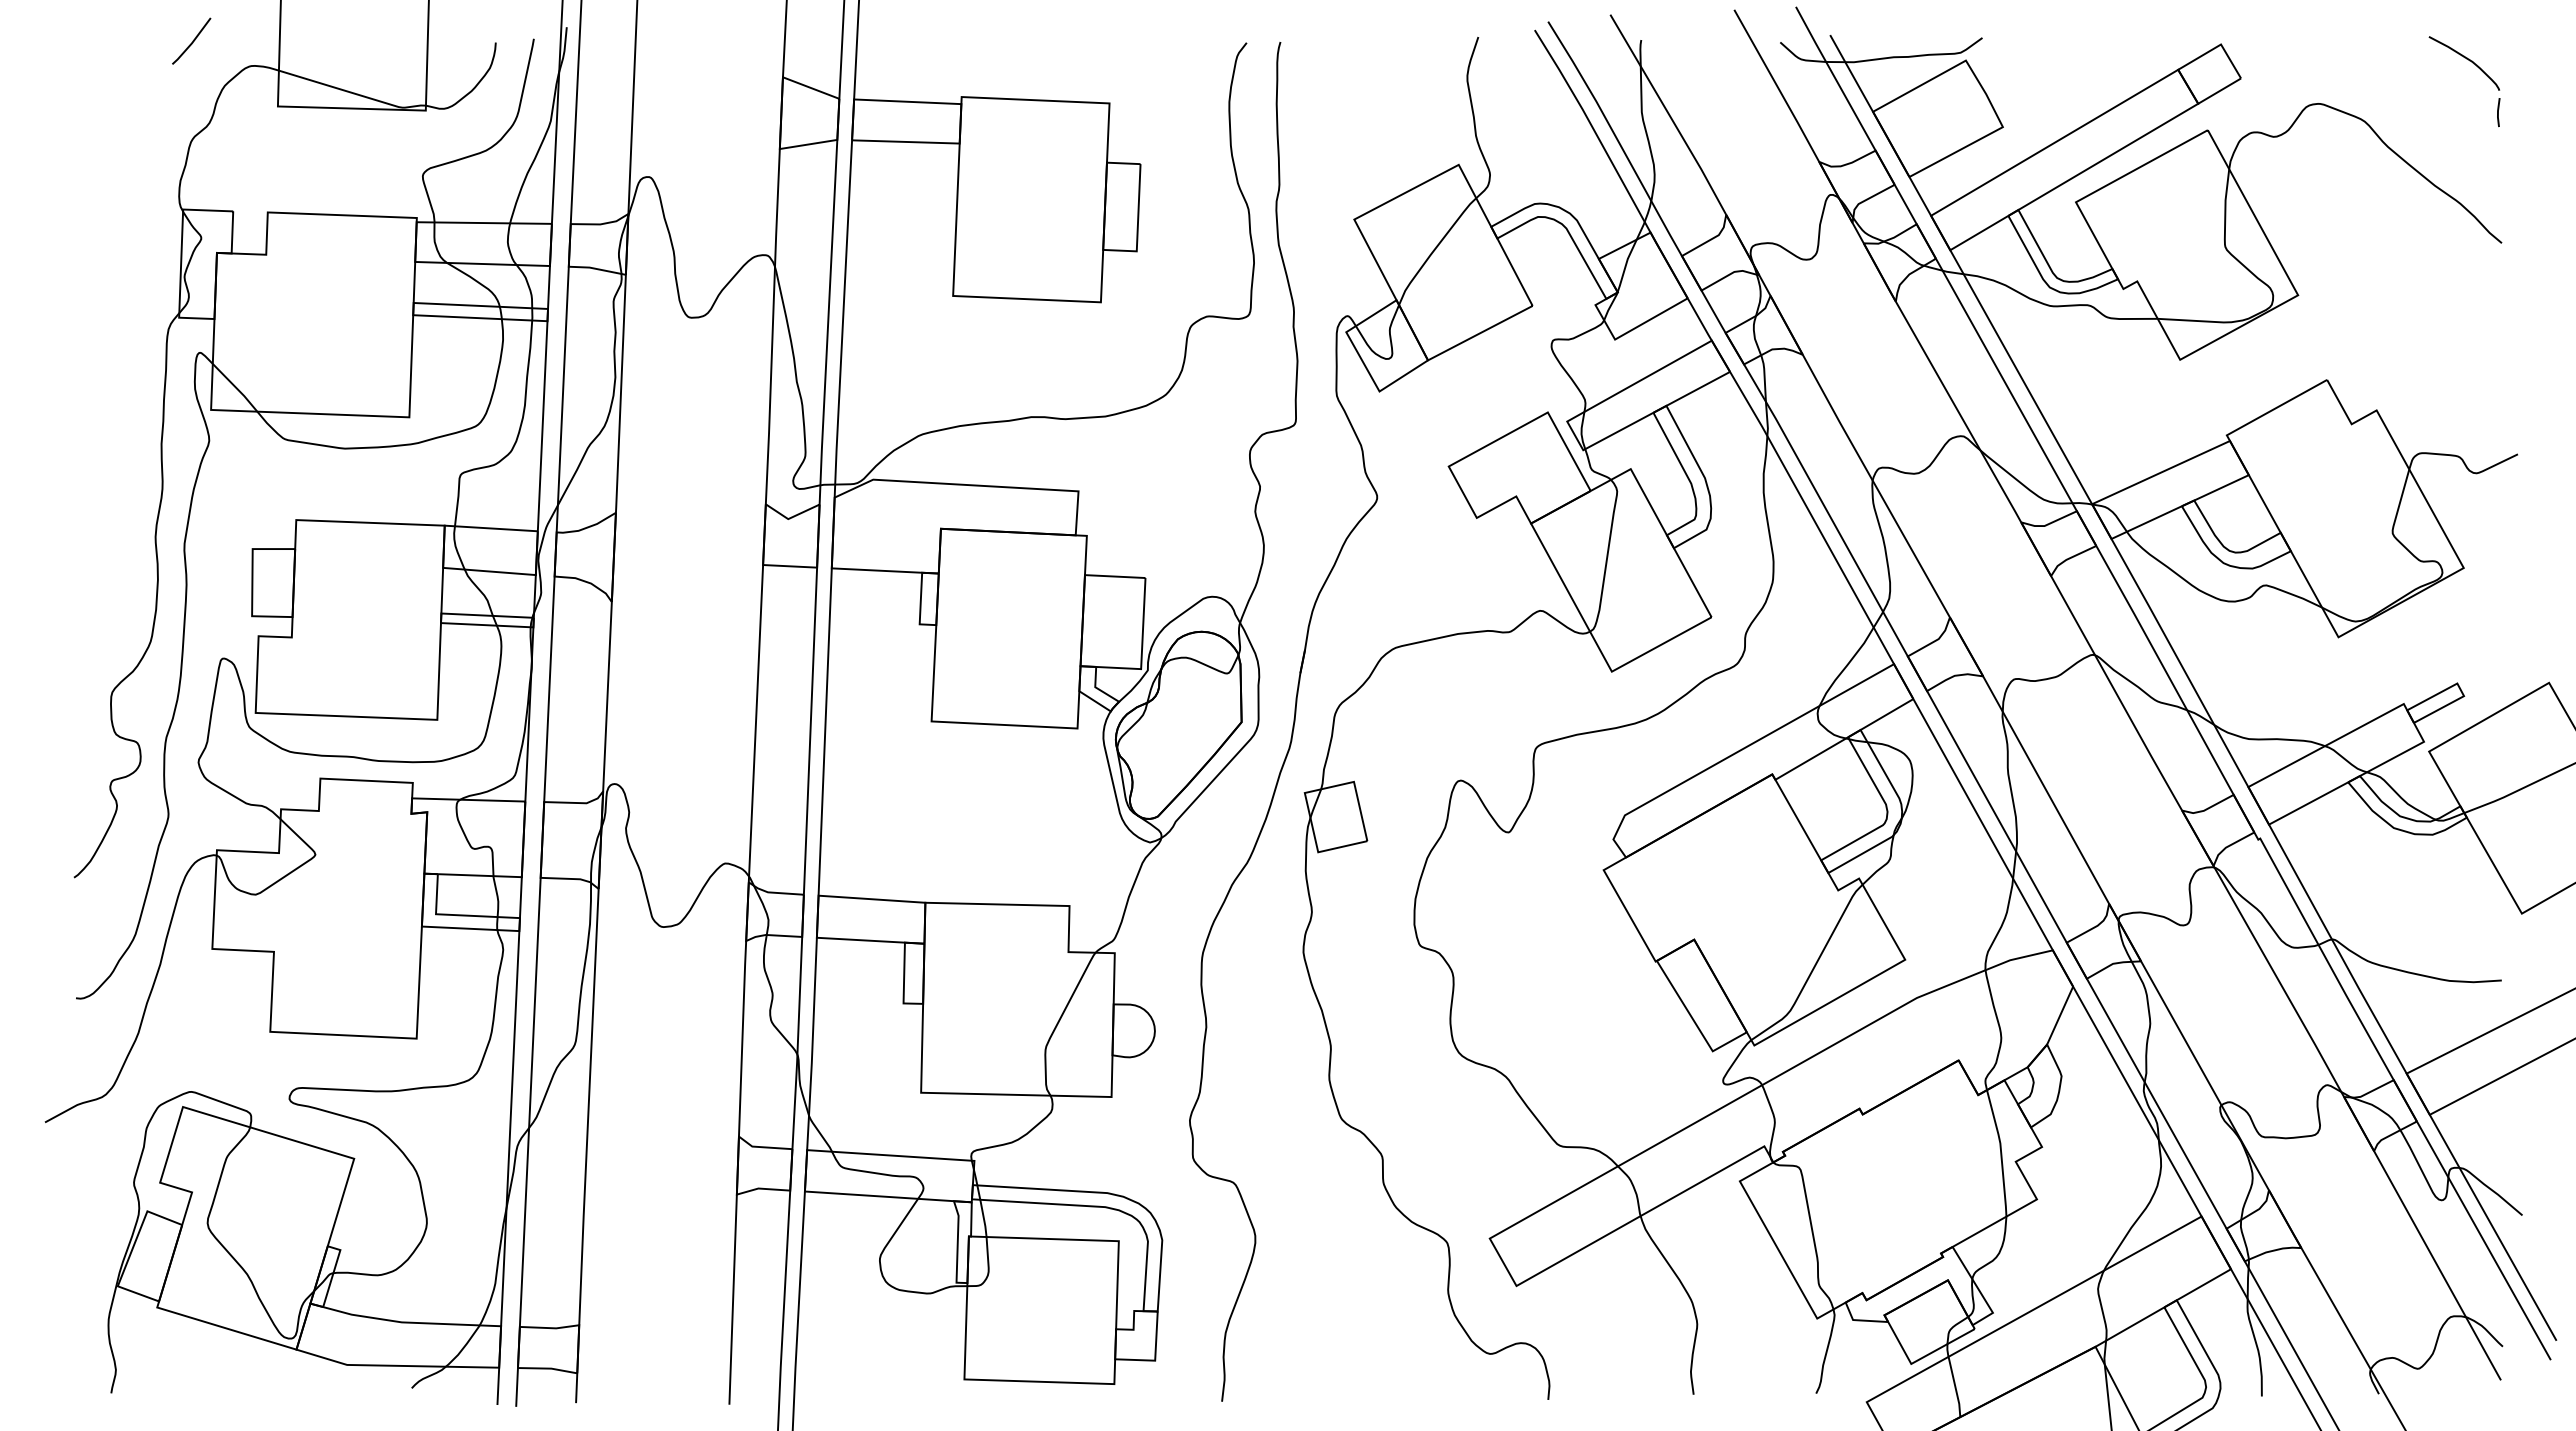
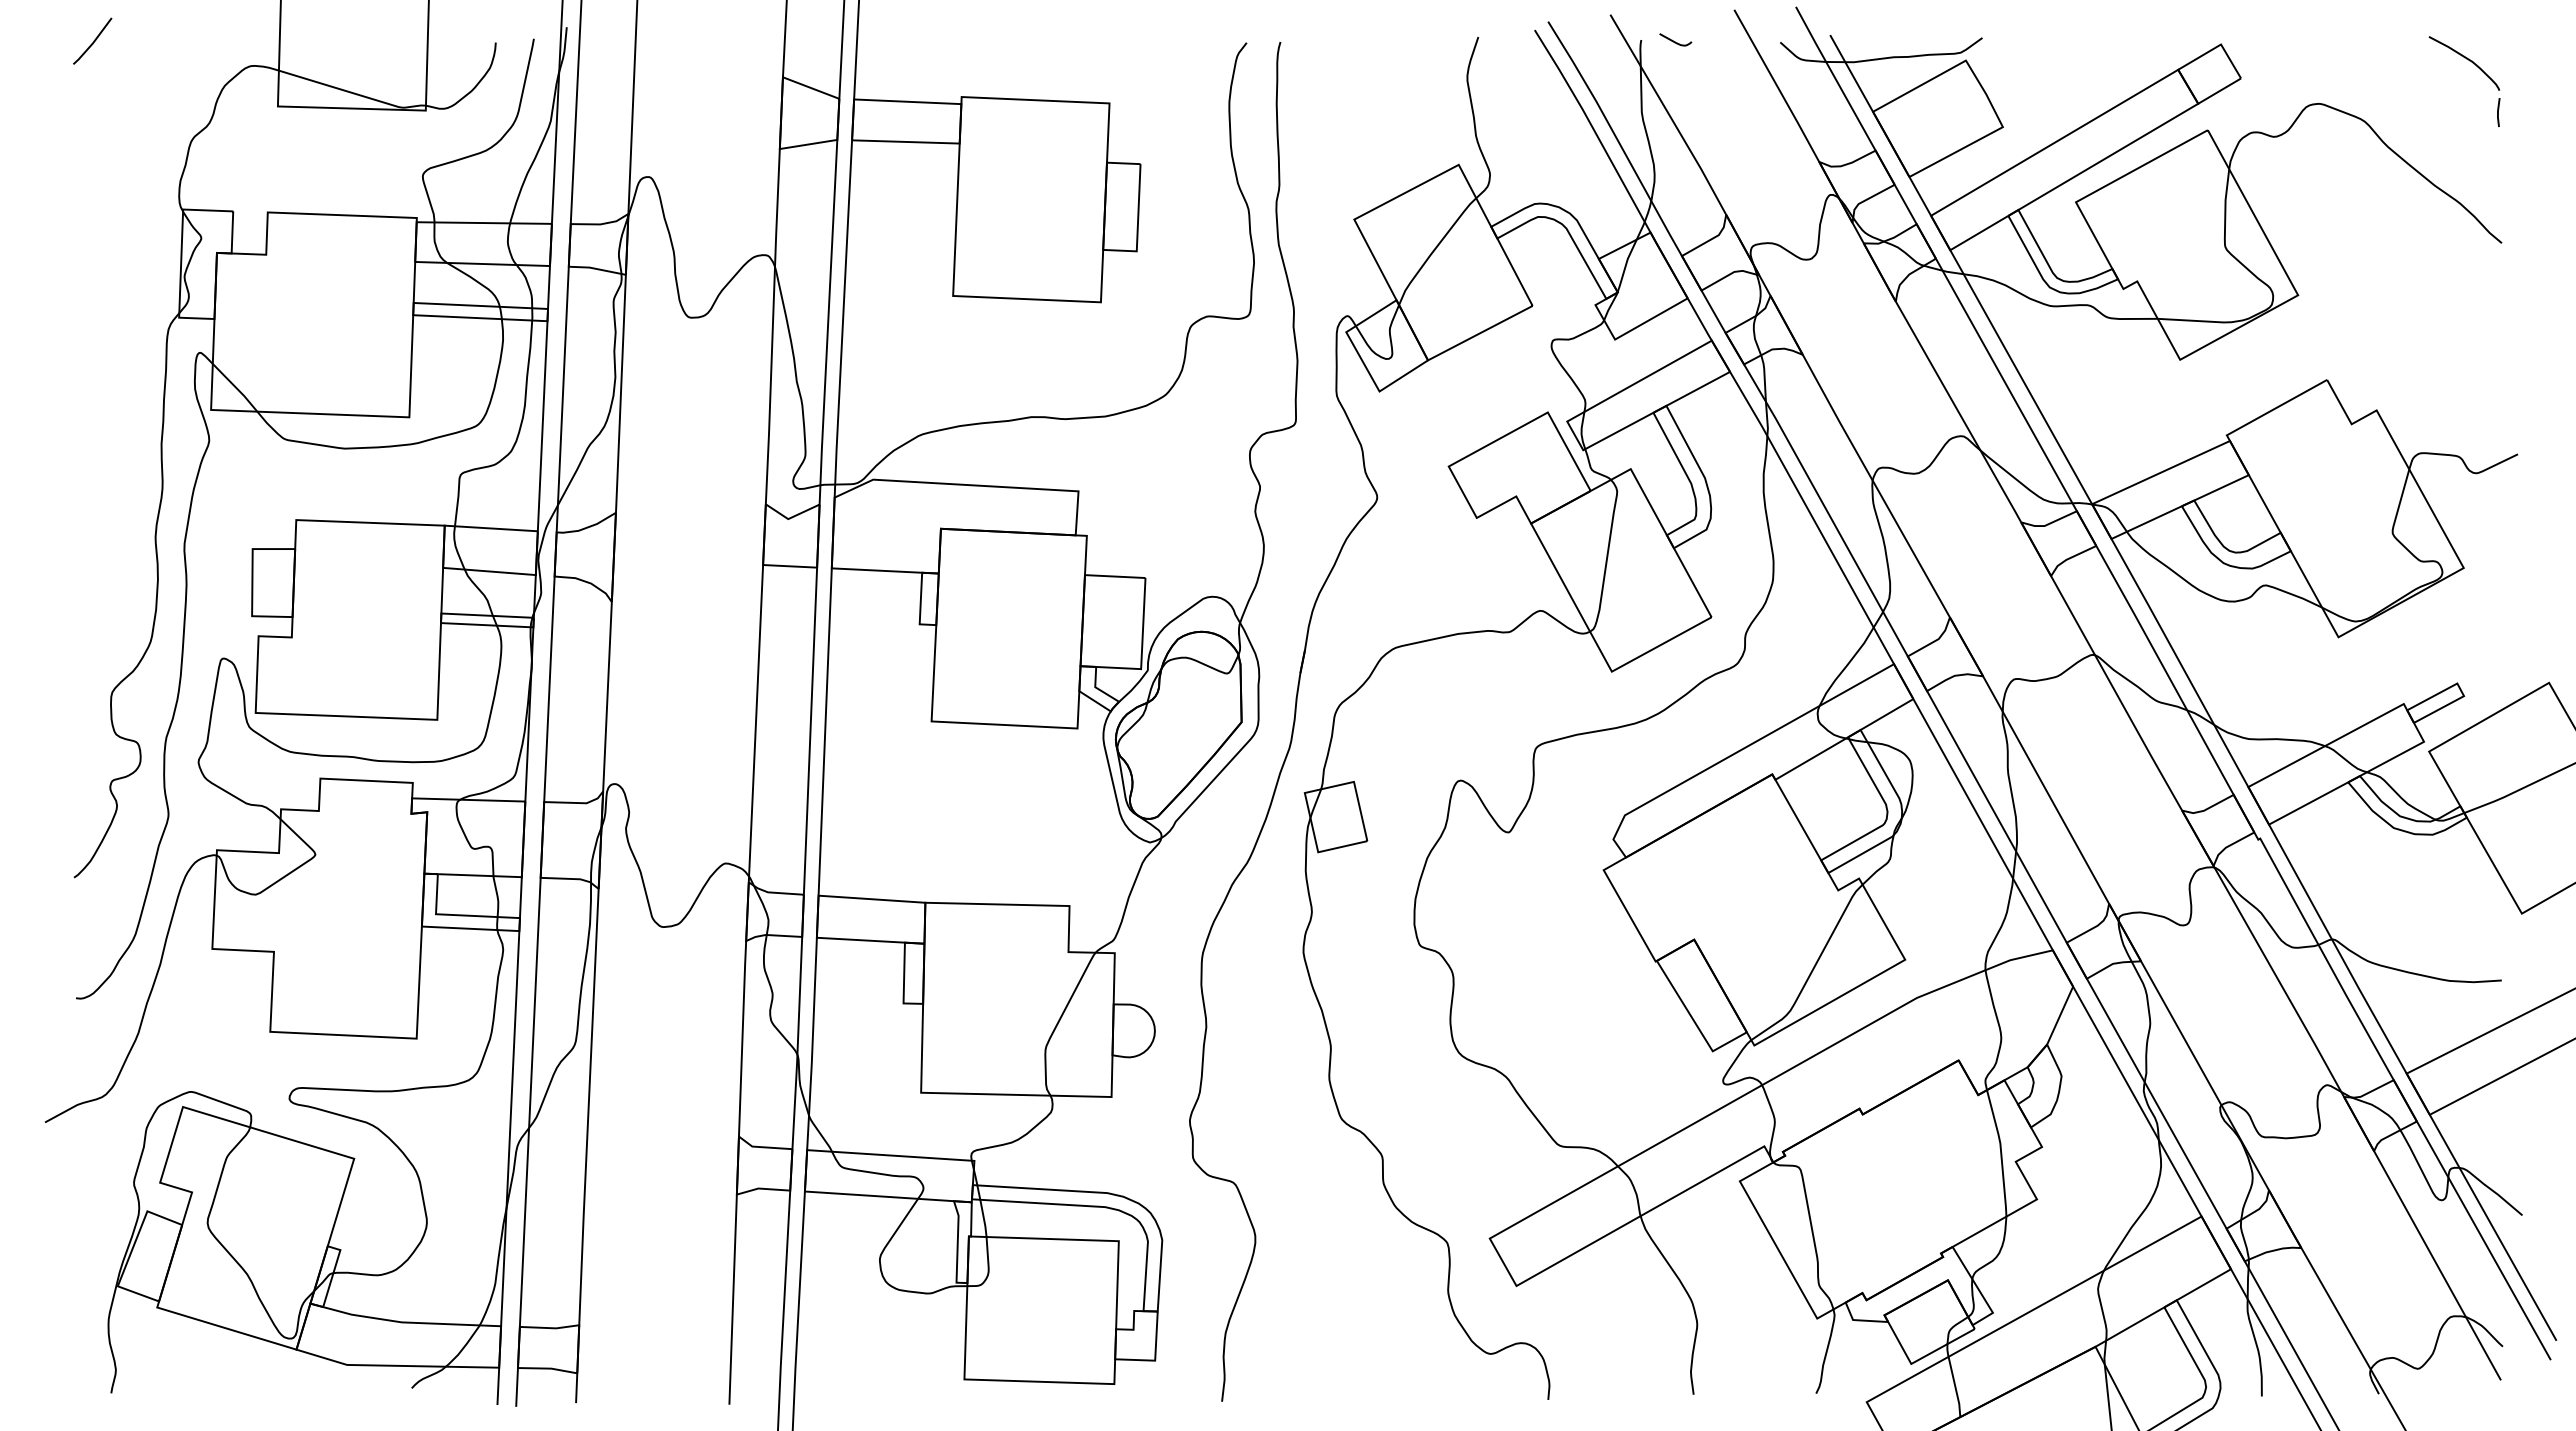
line at (192, 40) position: (192, 40) -> (93, 40)
curve at (1675, 41): none -> present
